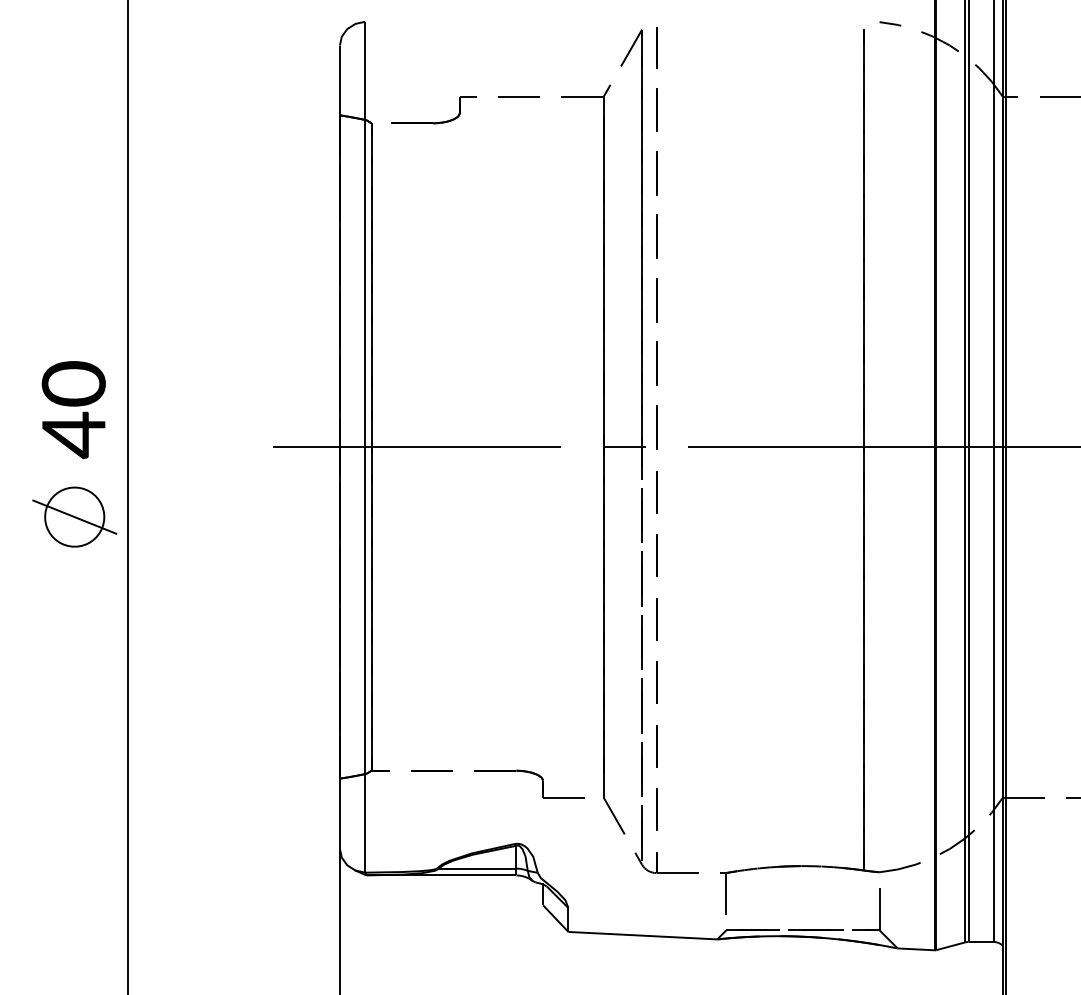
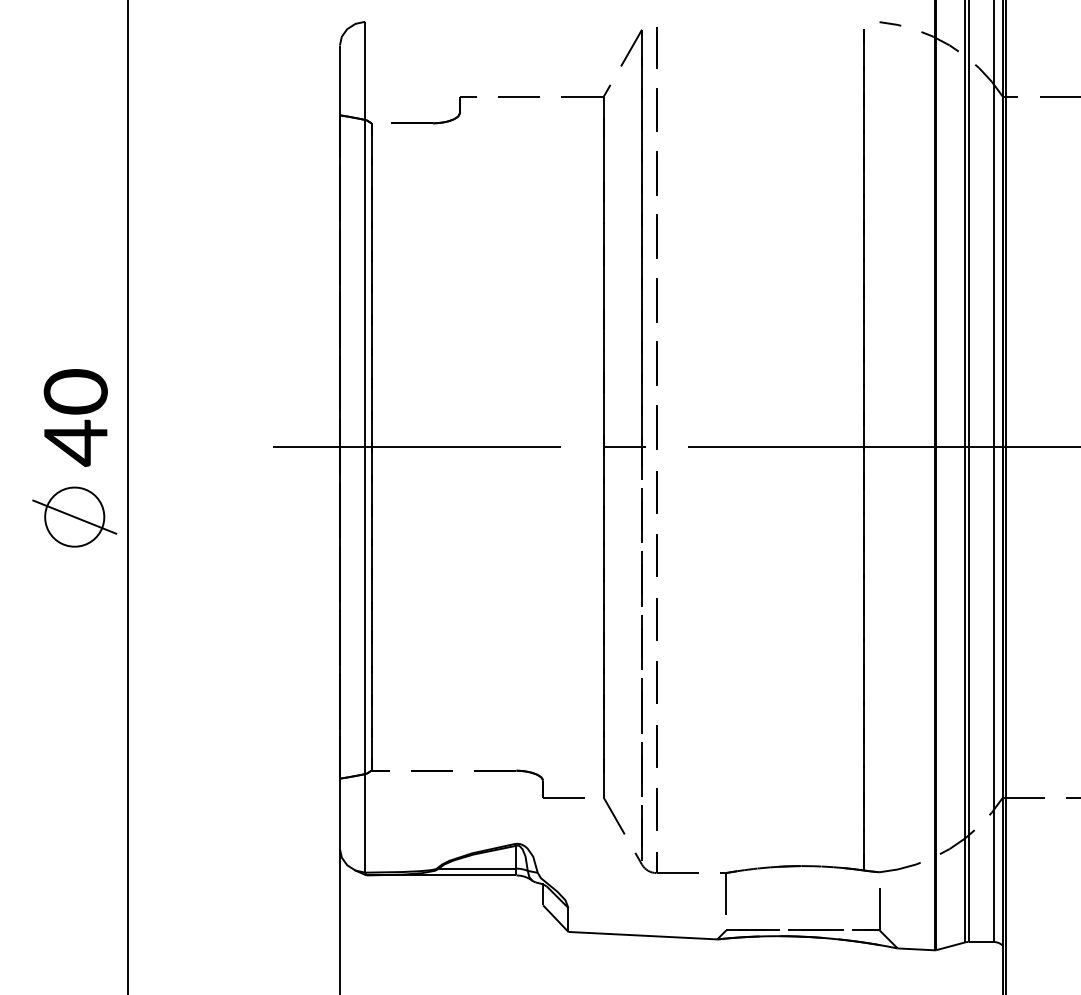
text at (73, 410) position: (73, 410) -> (75, 418)
